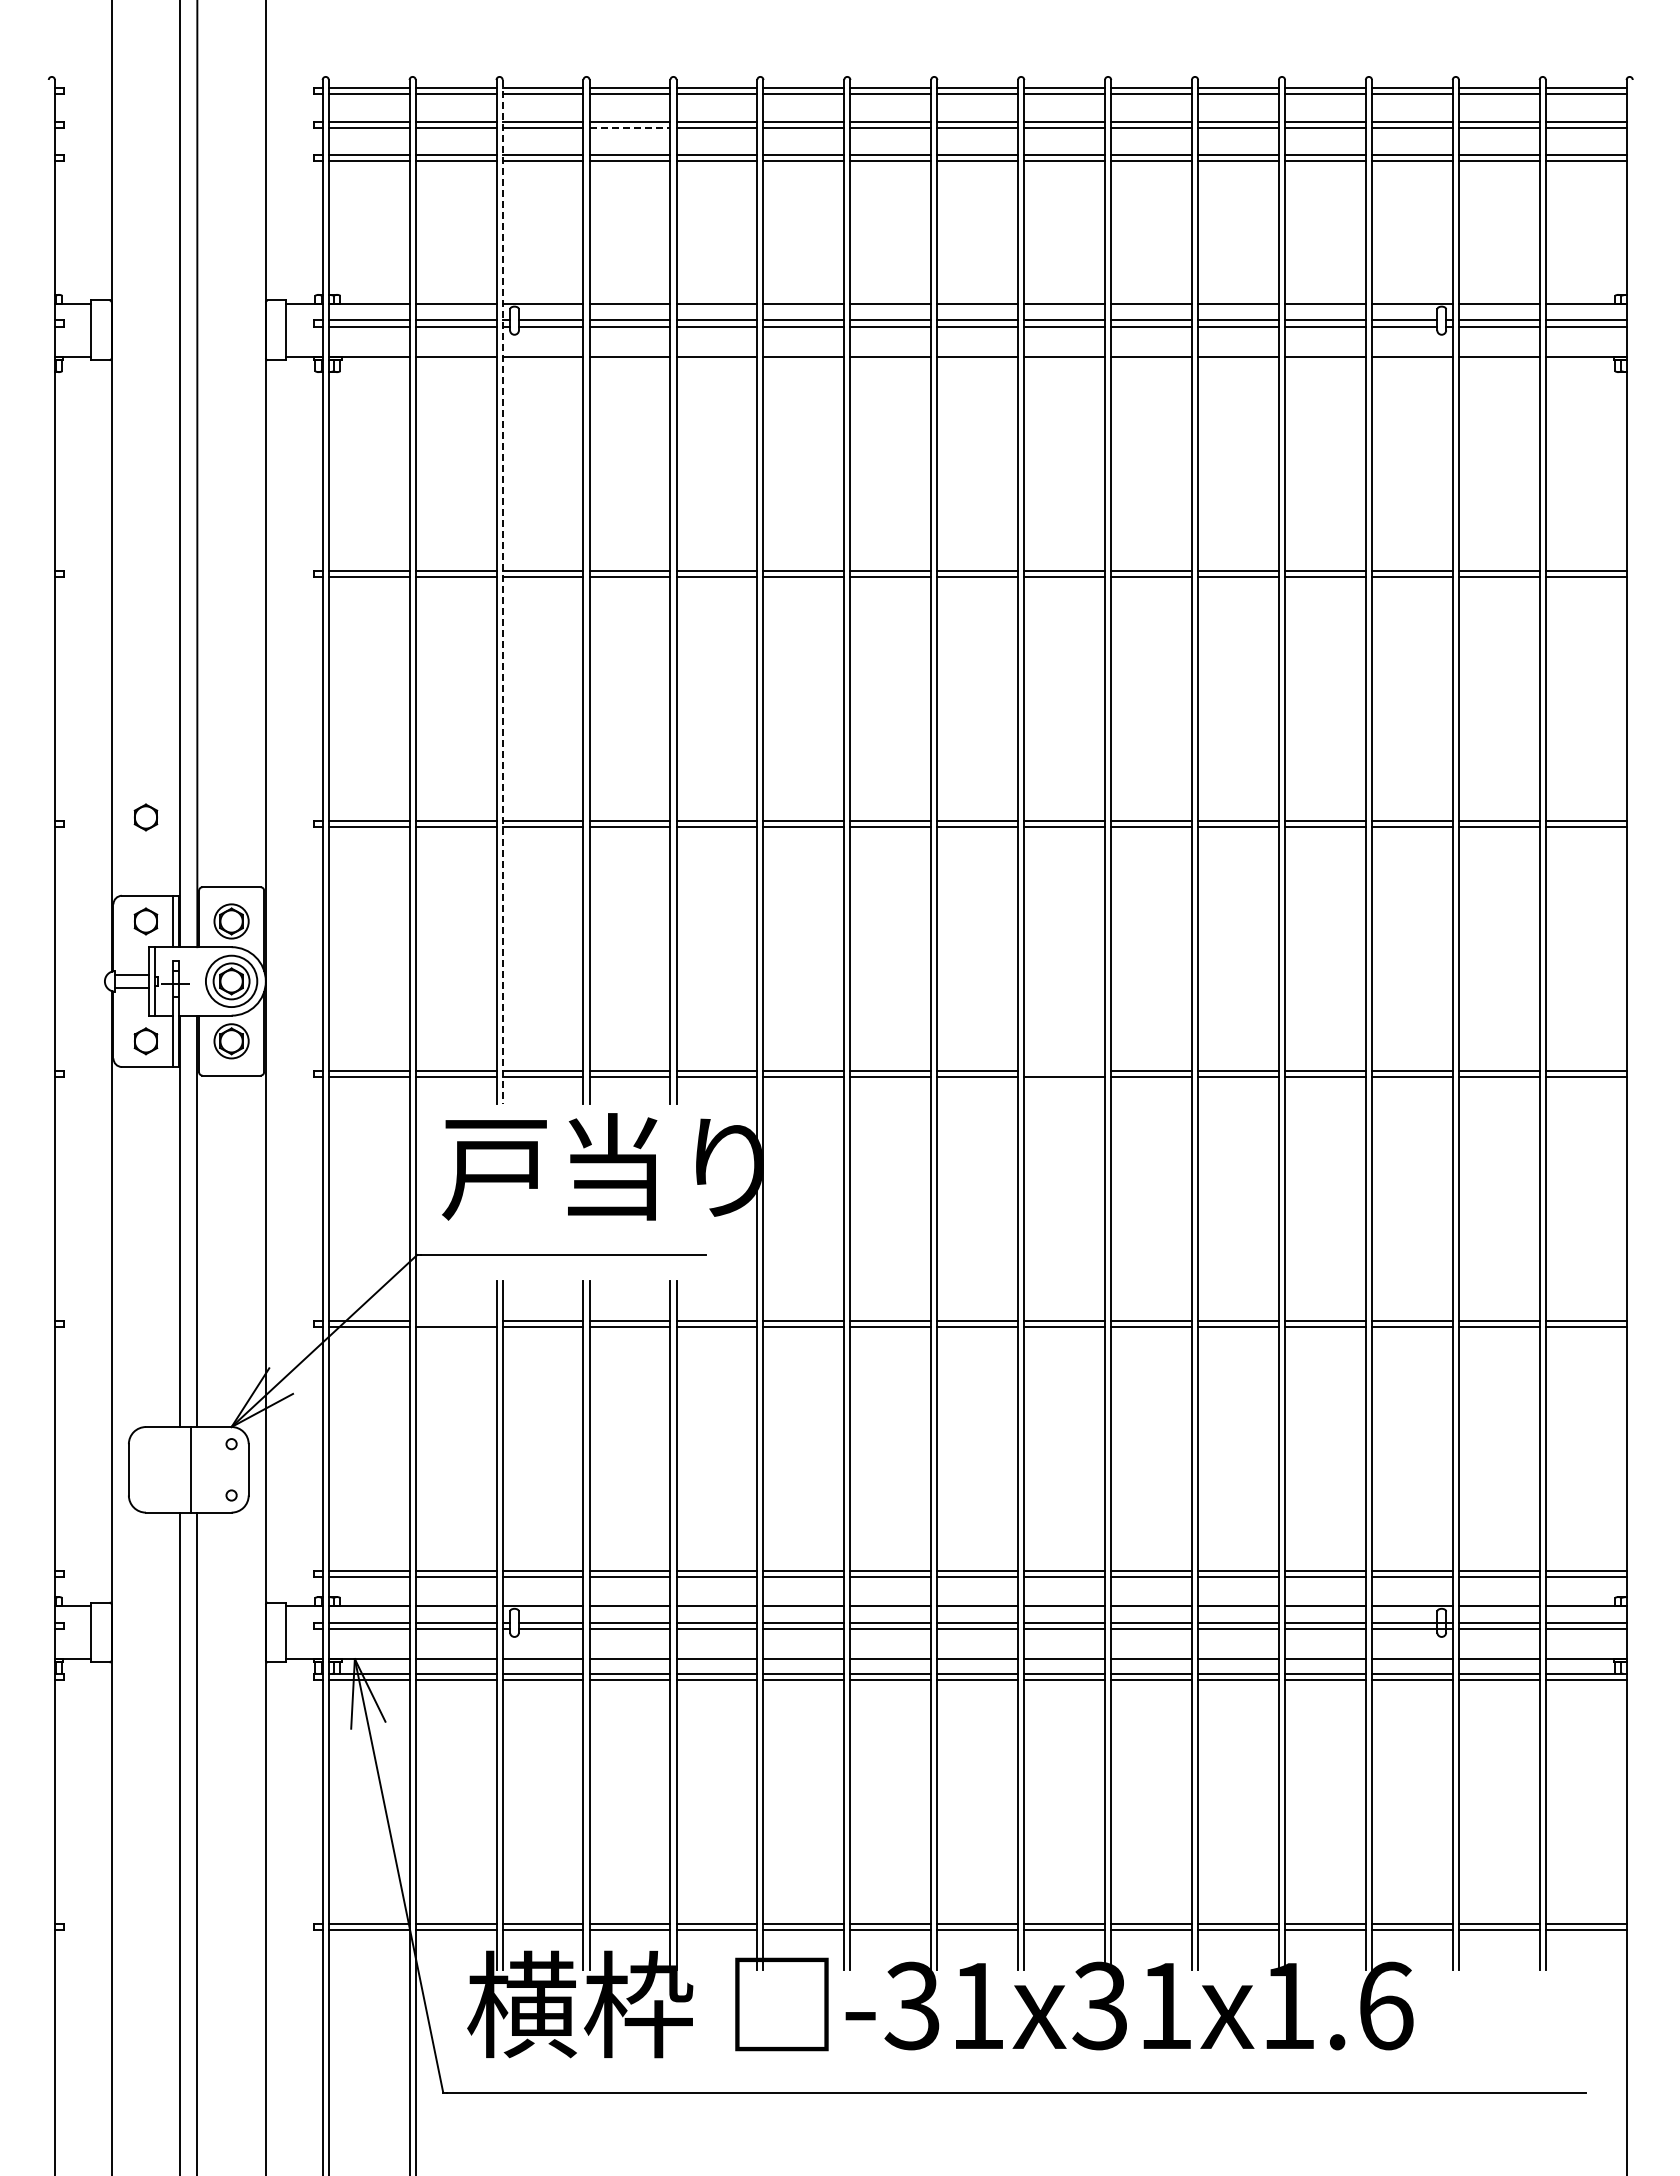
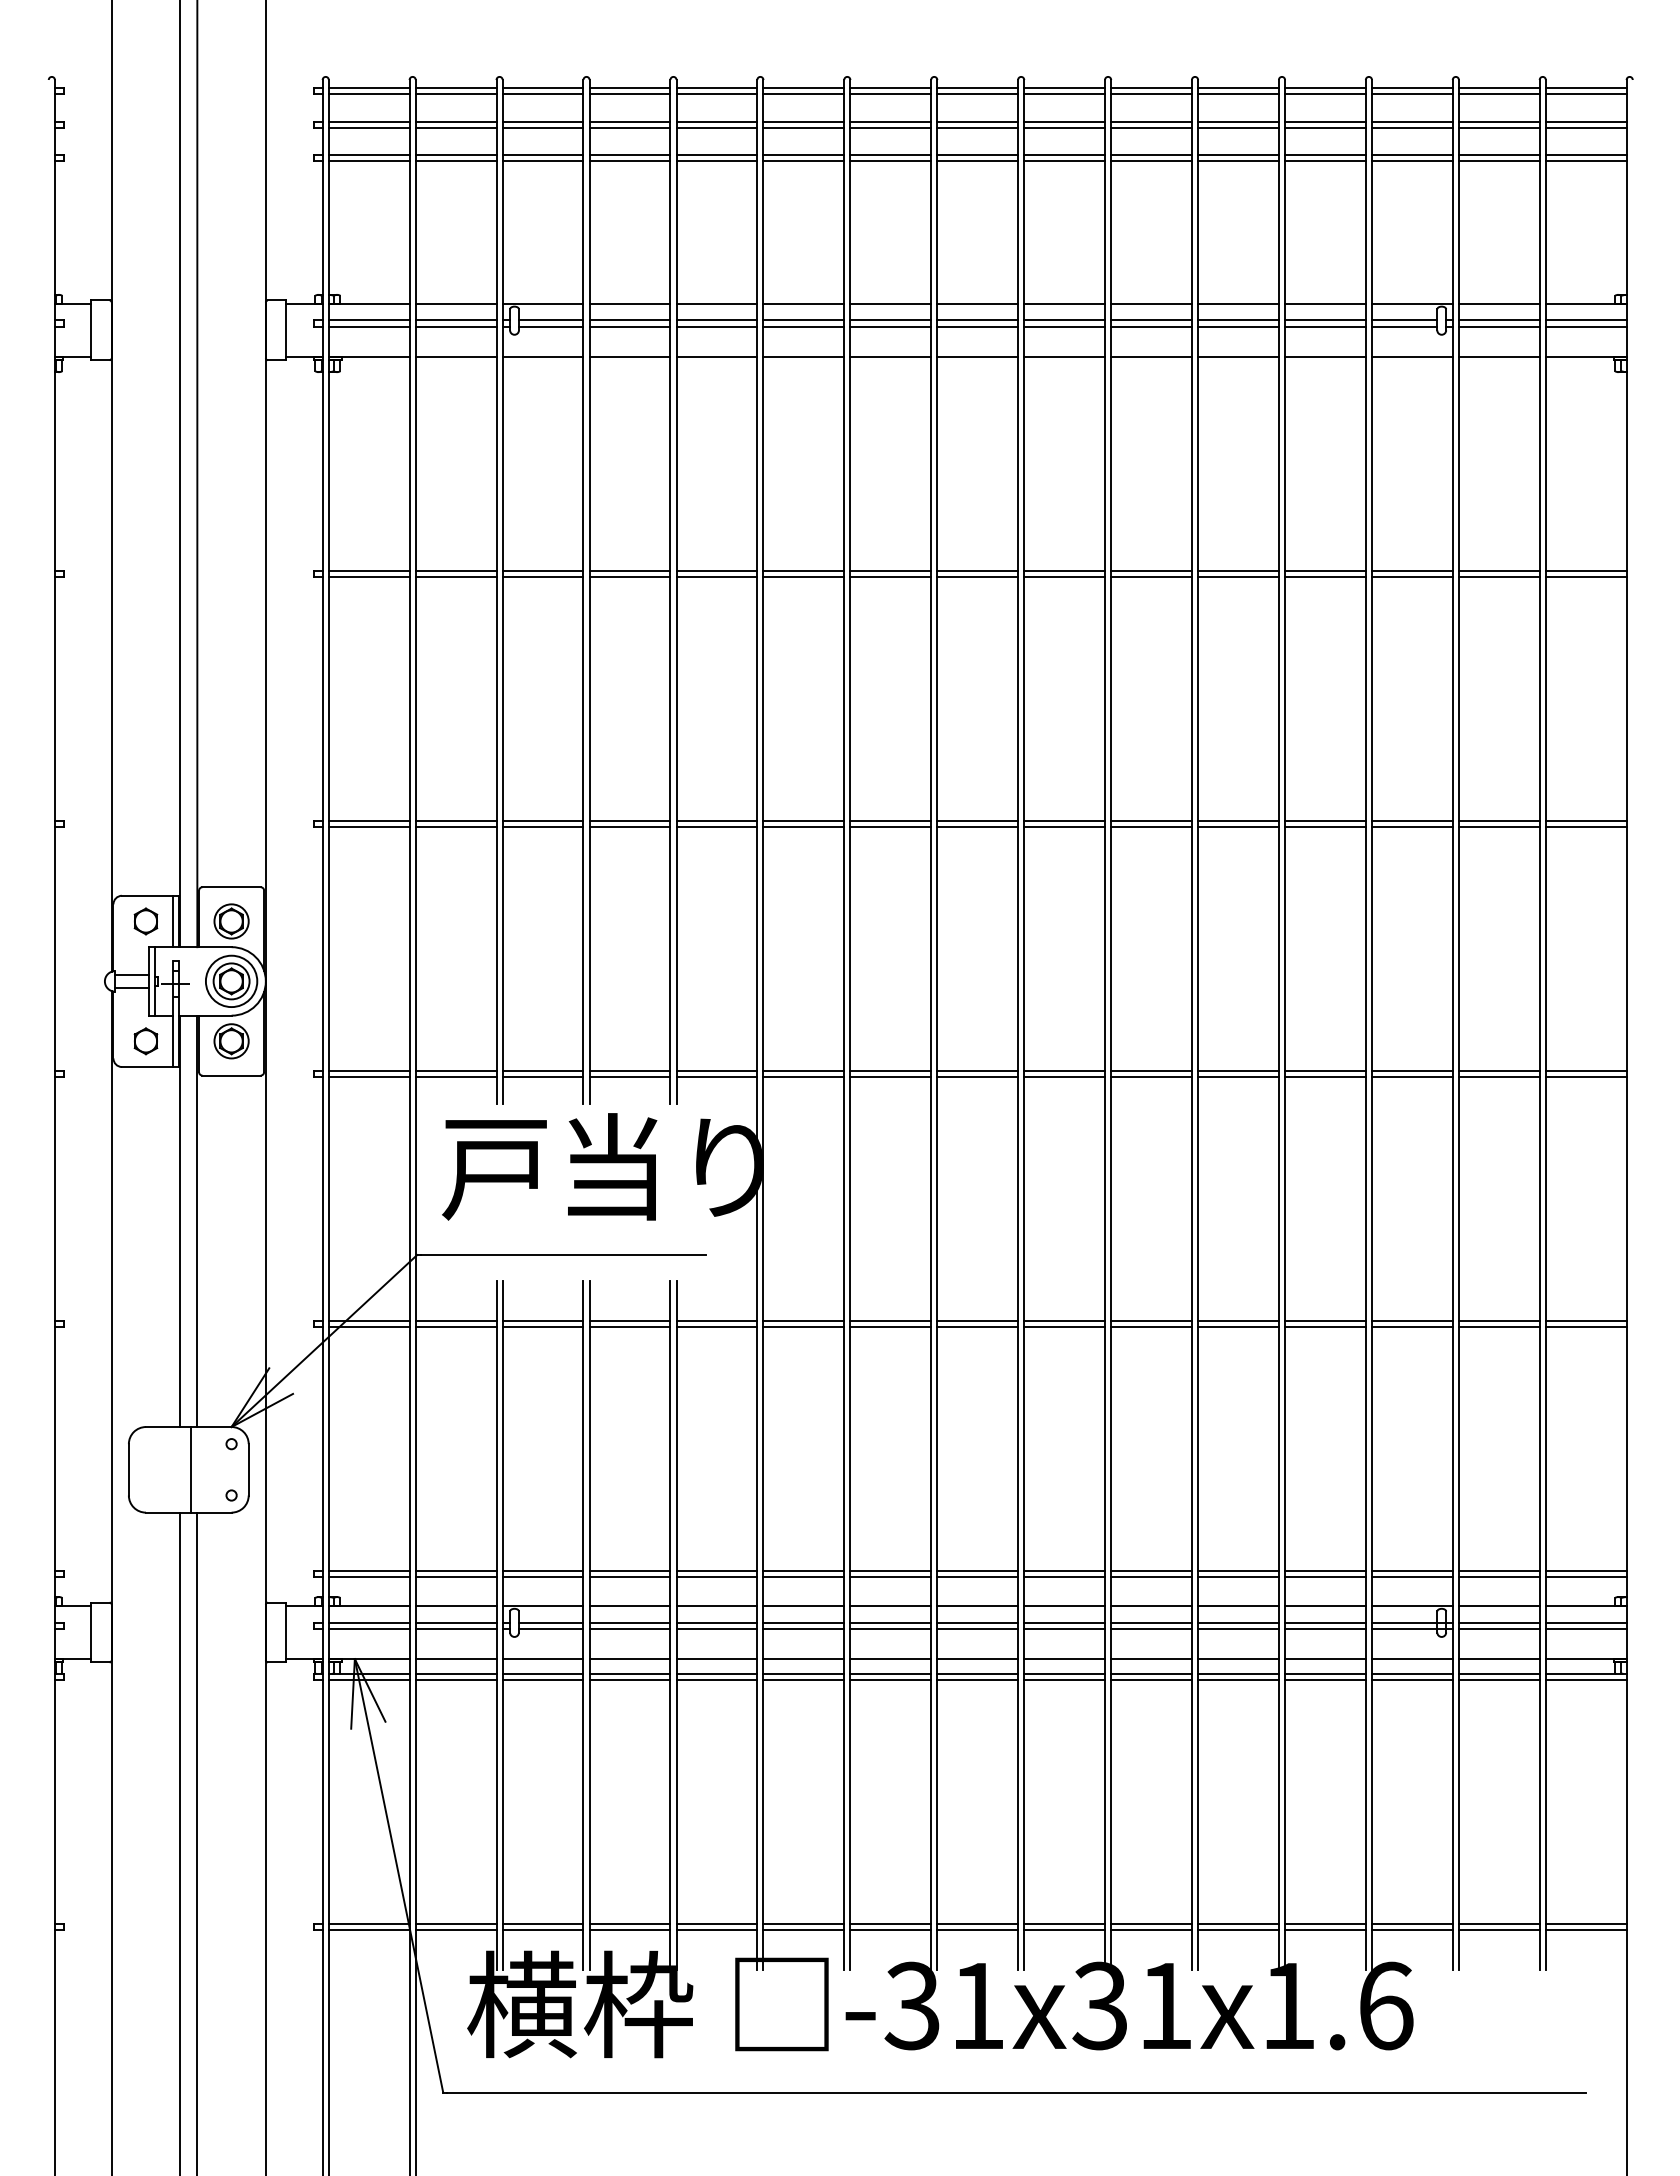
line at (630, 127): dashed -> solid
line at (502, 592): dashed -> solid
part at (145, 817): present -> none
line at (1064, 1070): none -> present
line at (455, 1321): none -> present
